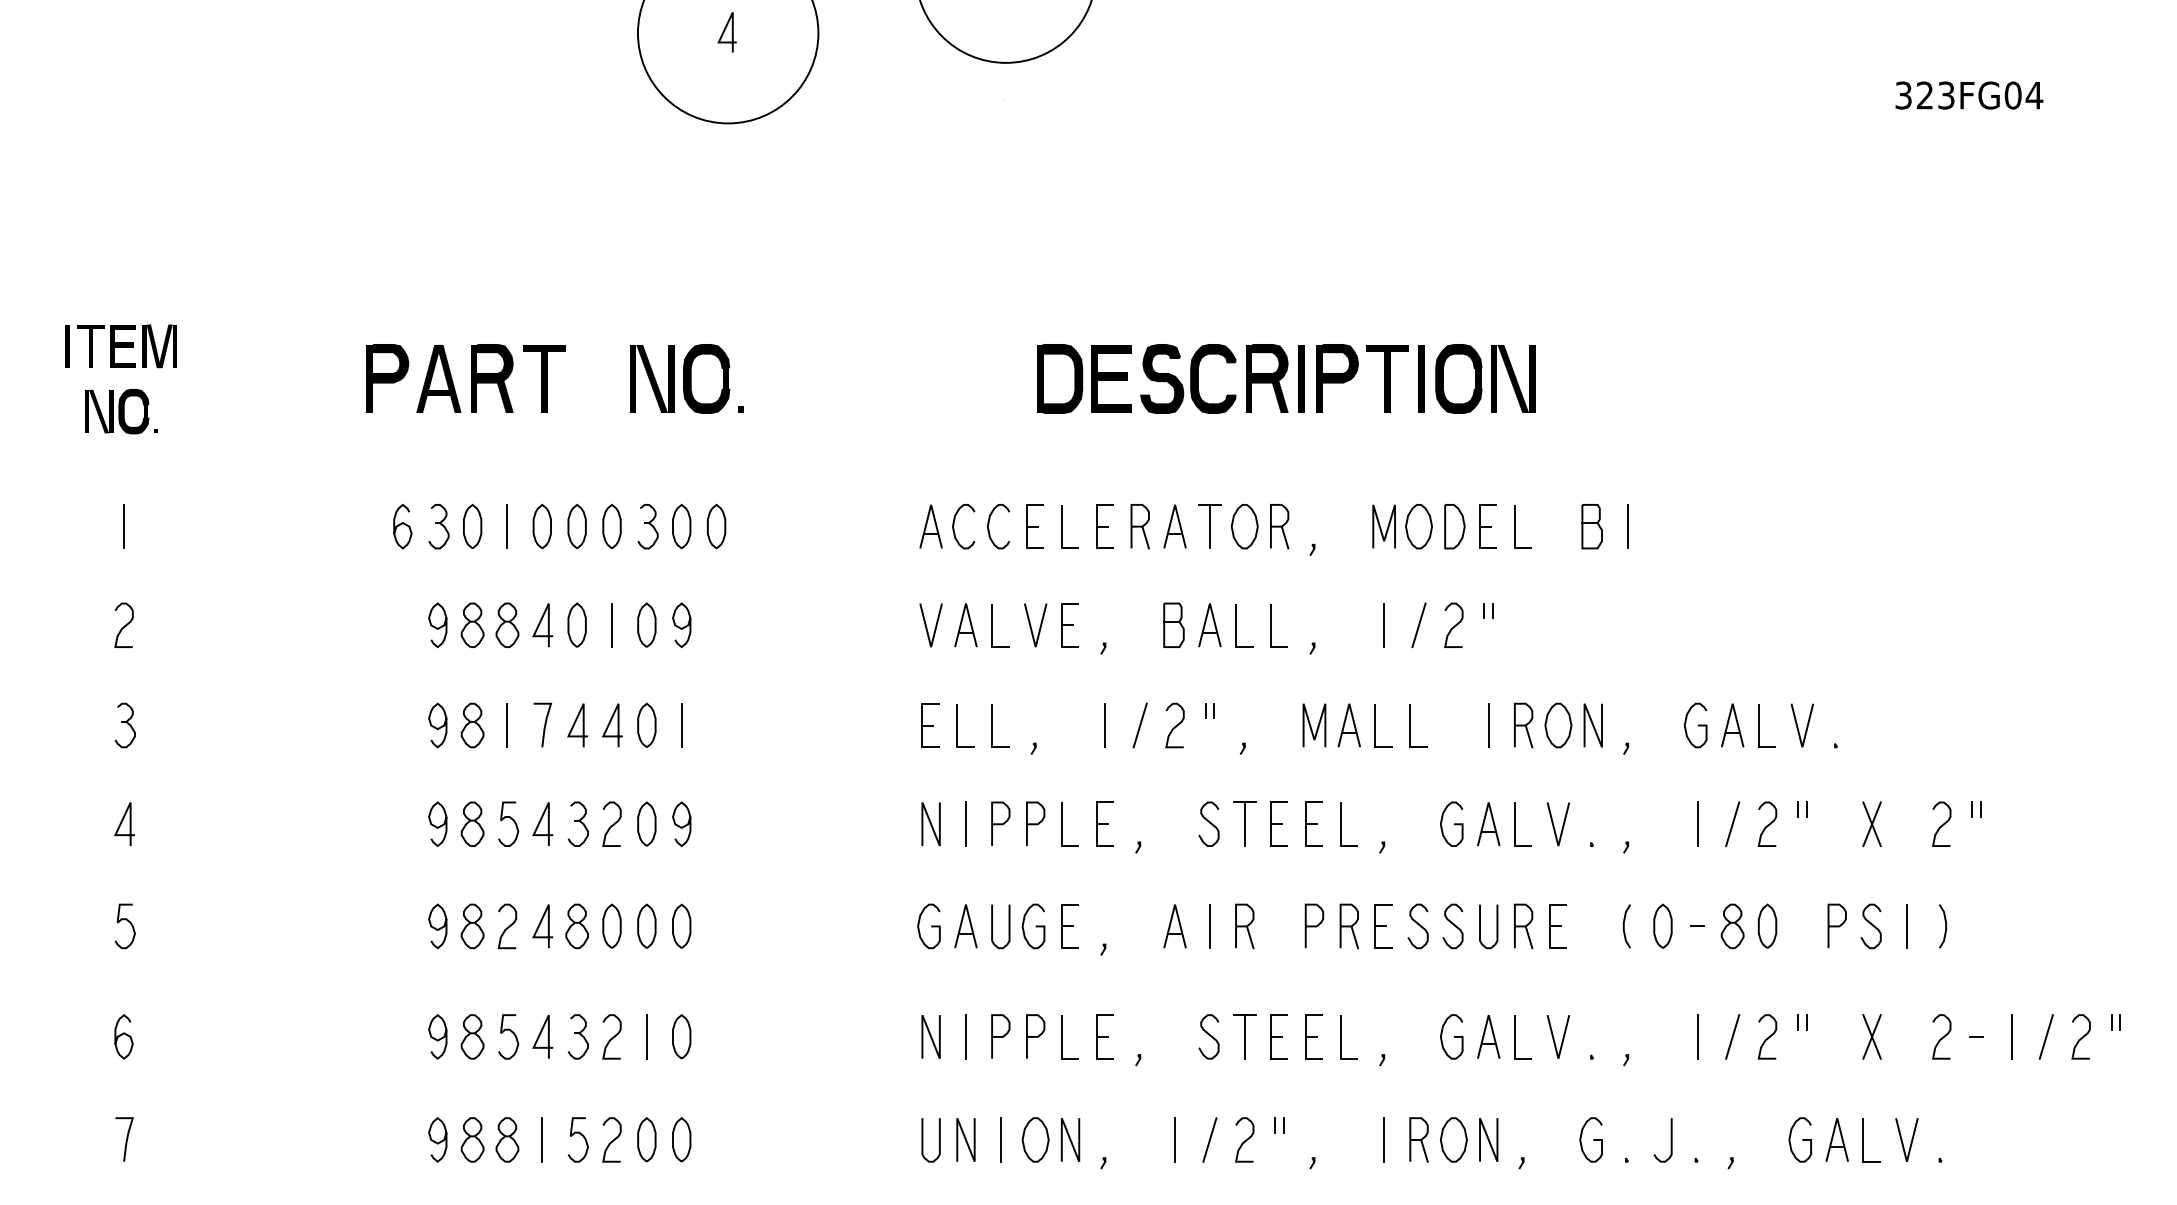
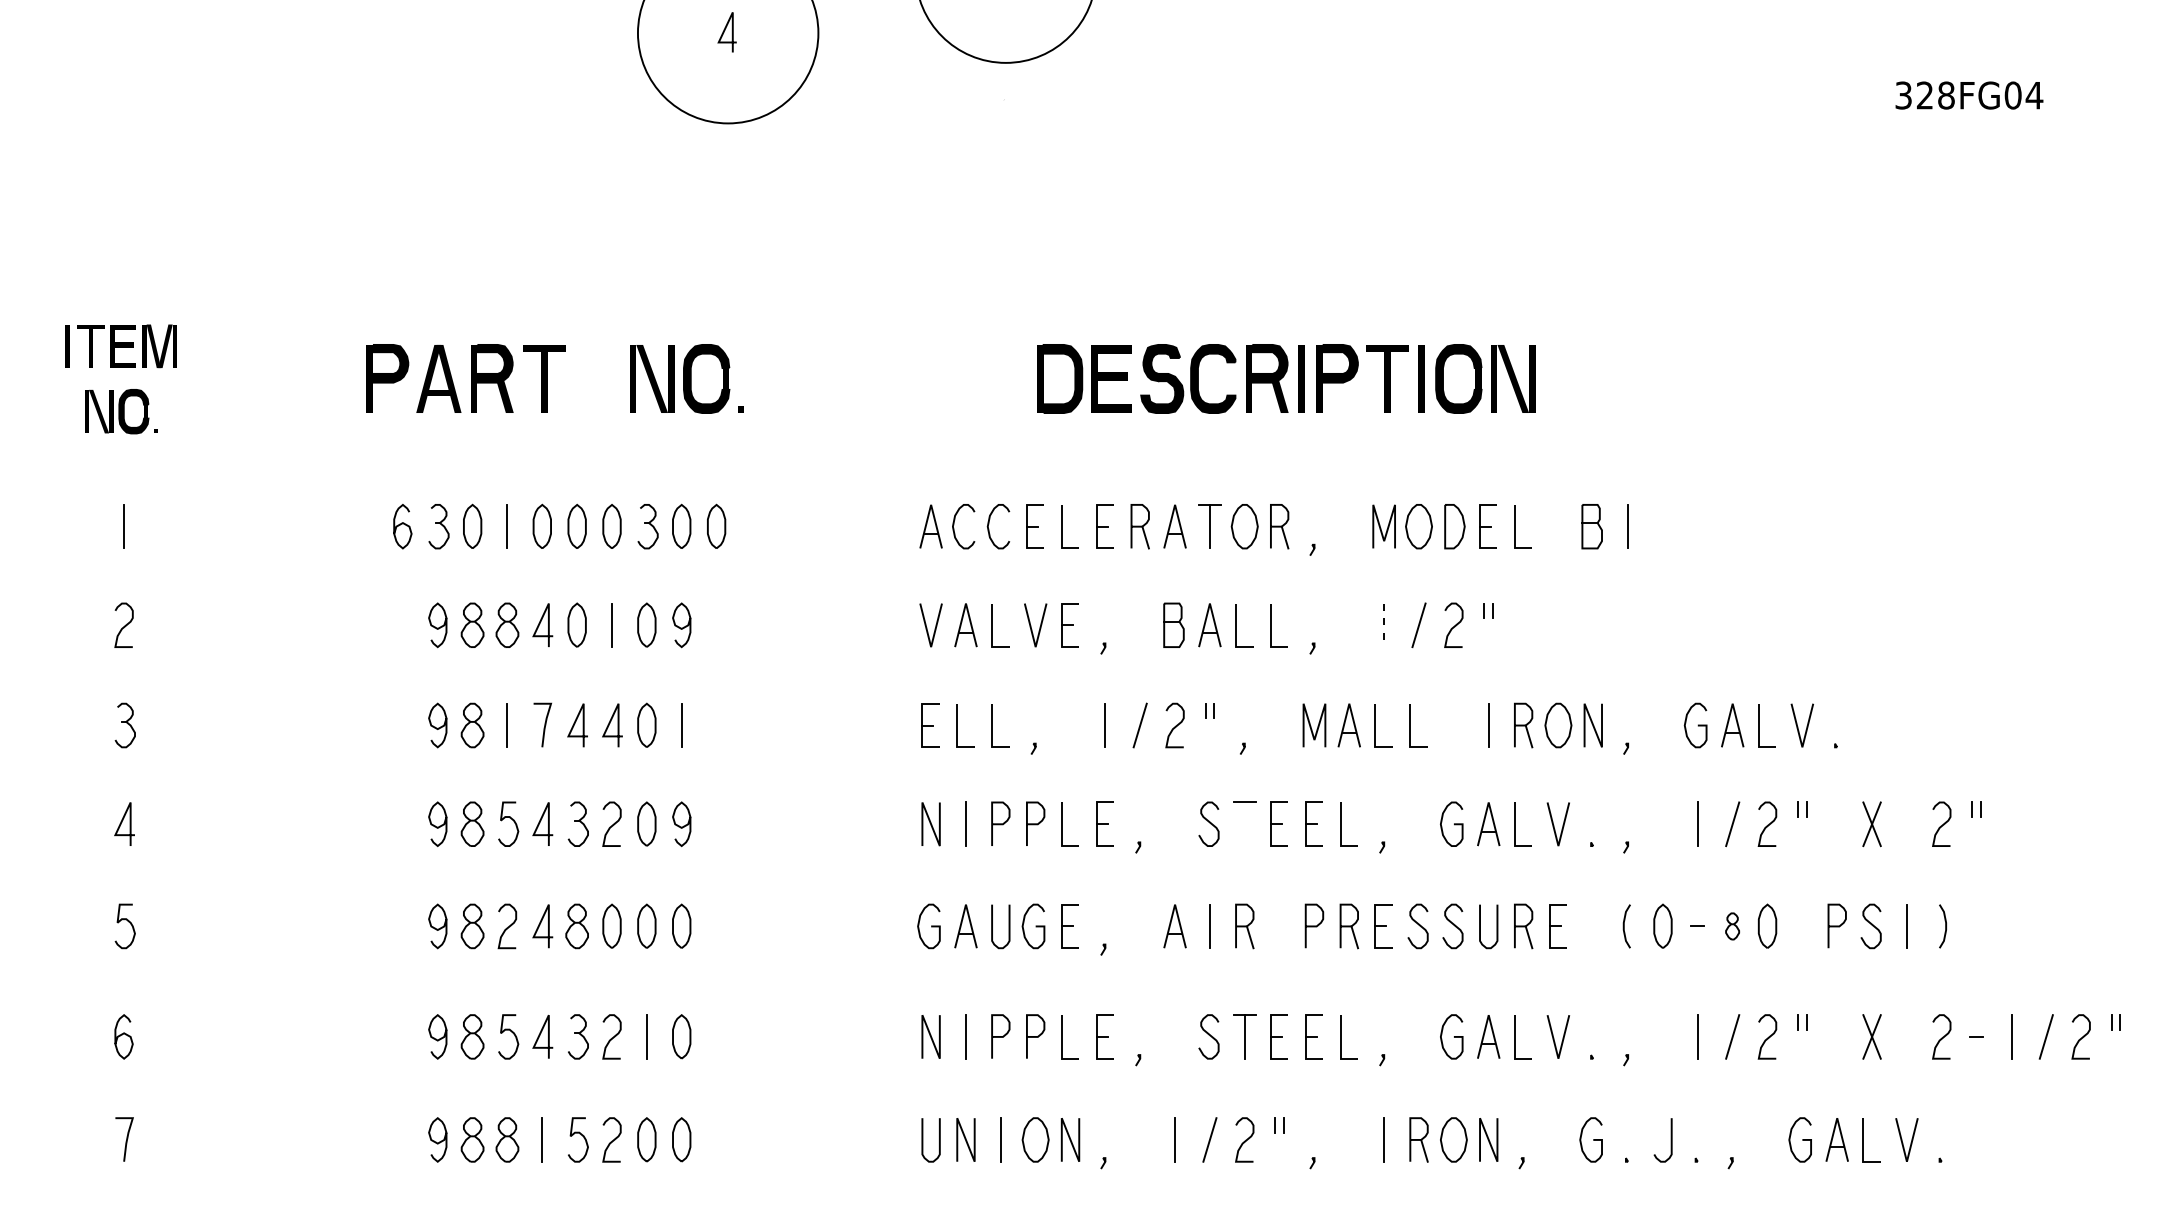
text at (1946, 95): 323FG04 -> 328FG04
line at (1384, 625): solid -> dashed
line at (1244, 824): present -> none
part at (1732, 926) size: 25x47 px -> 15x29 px
